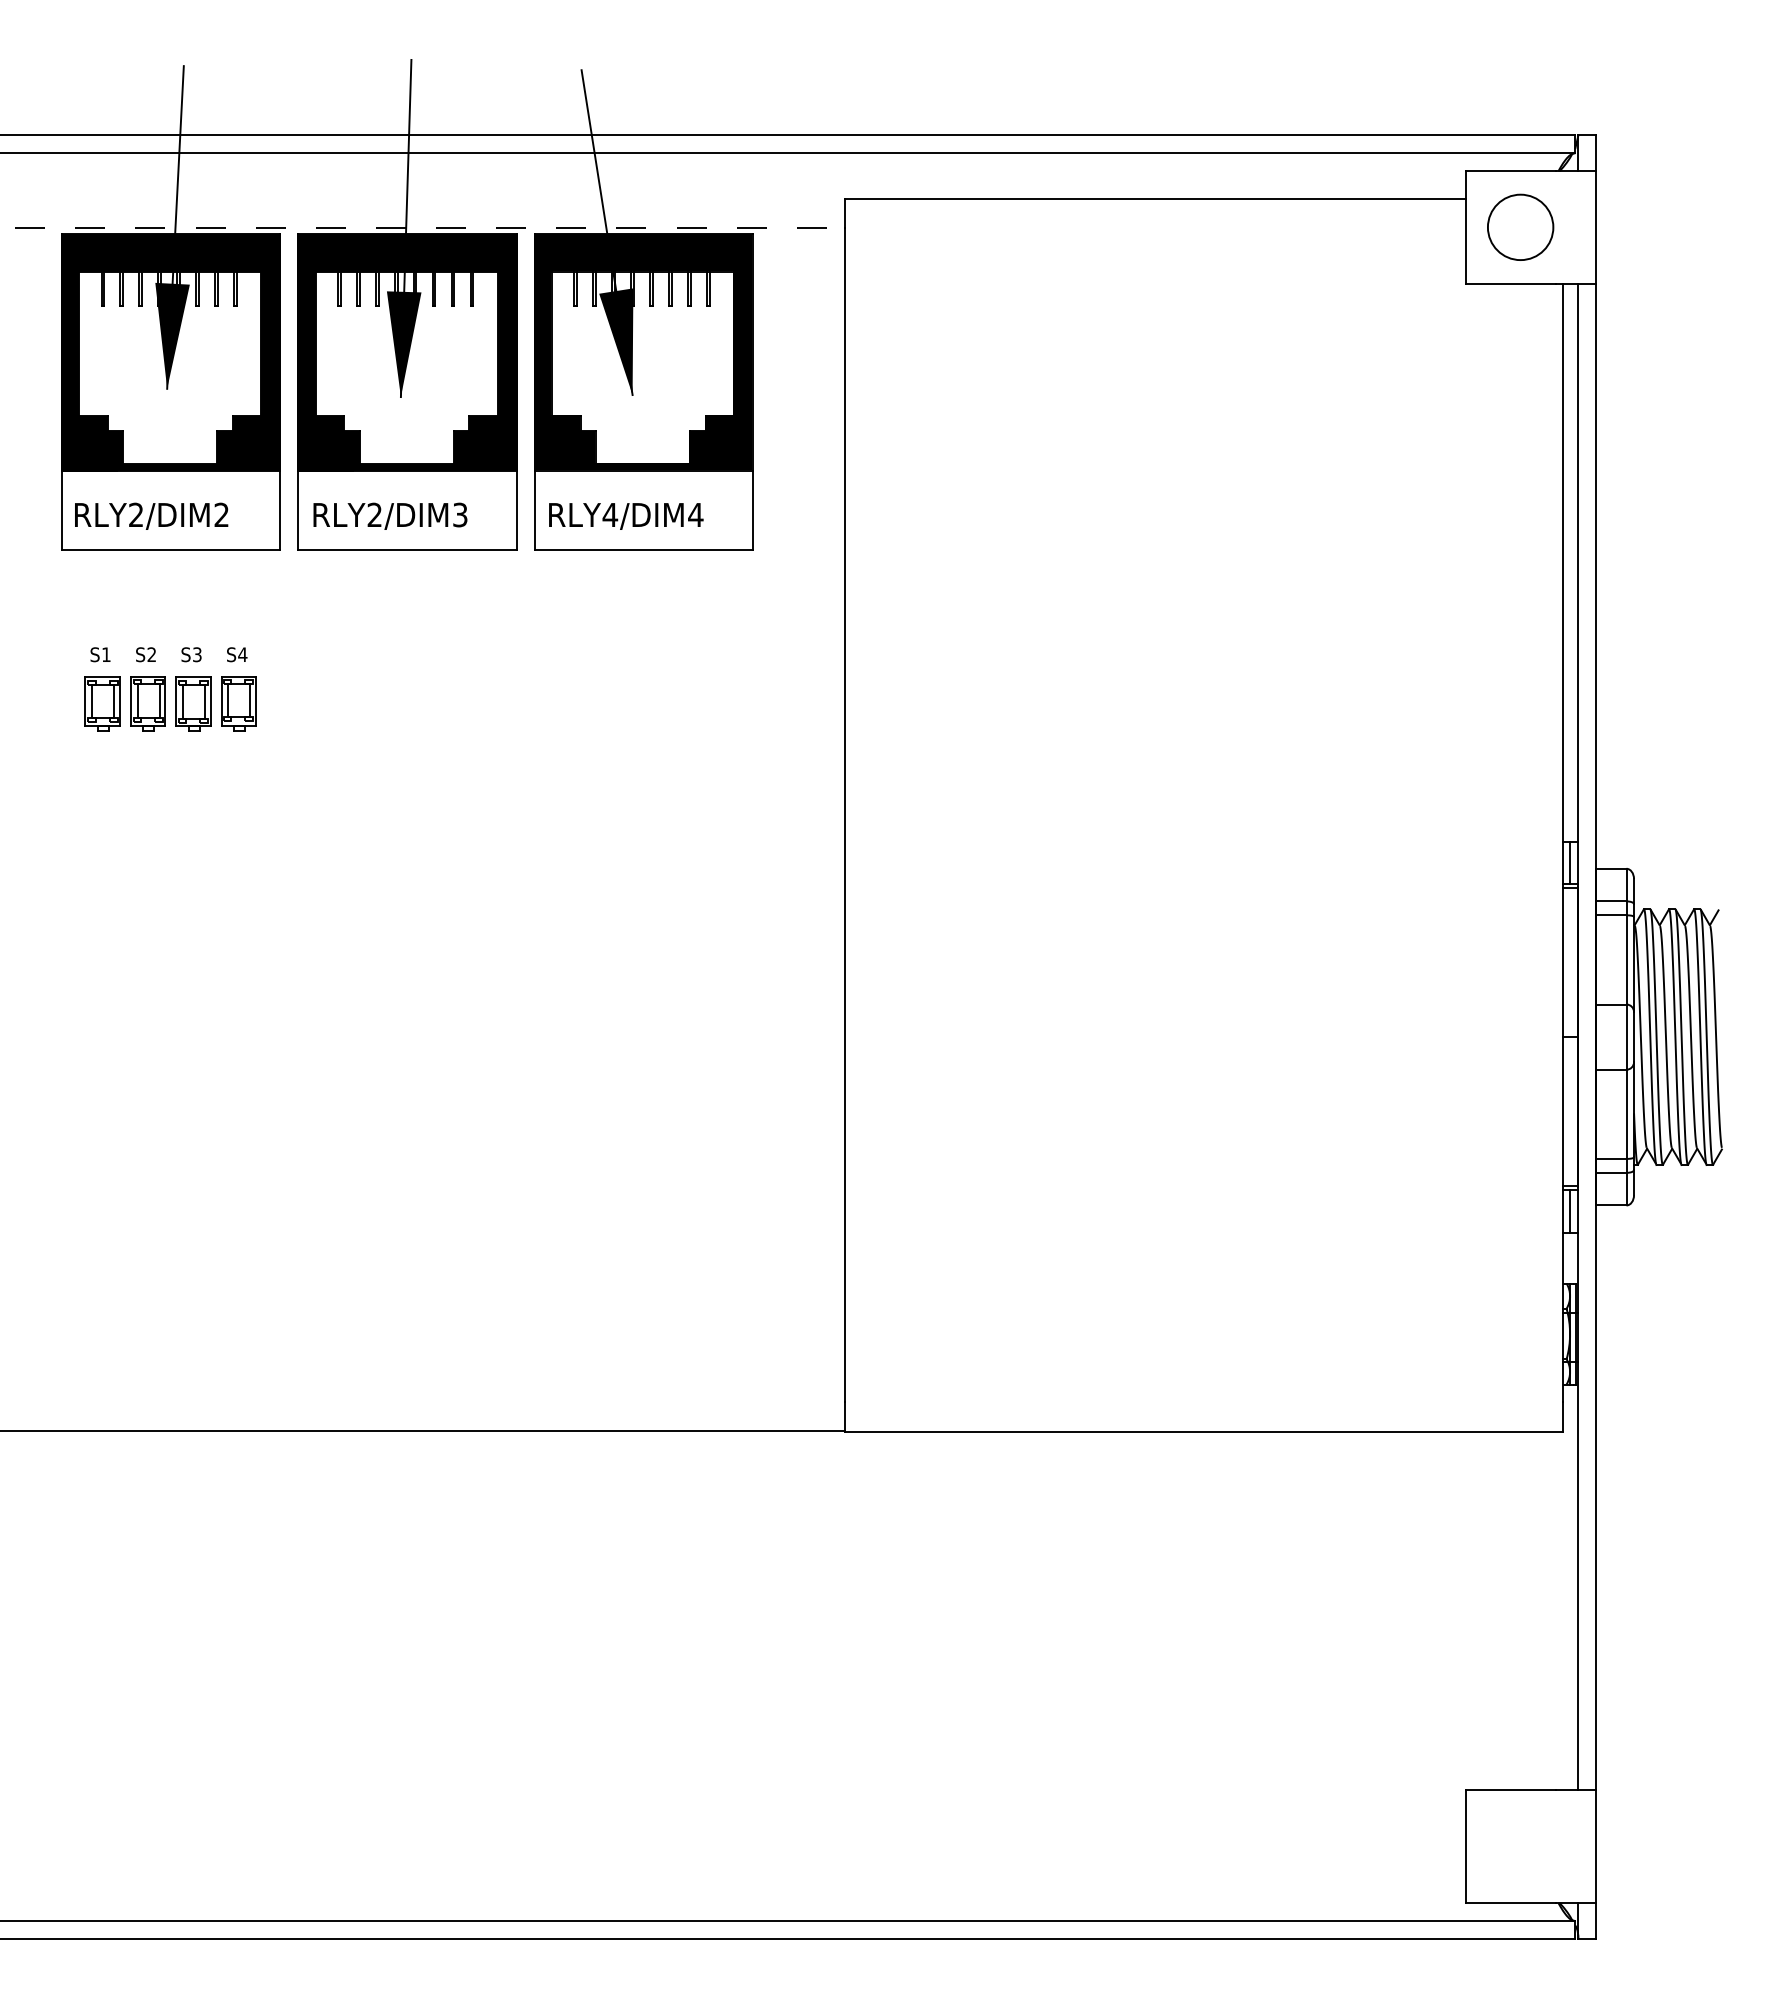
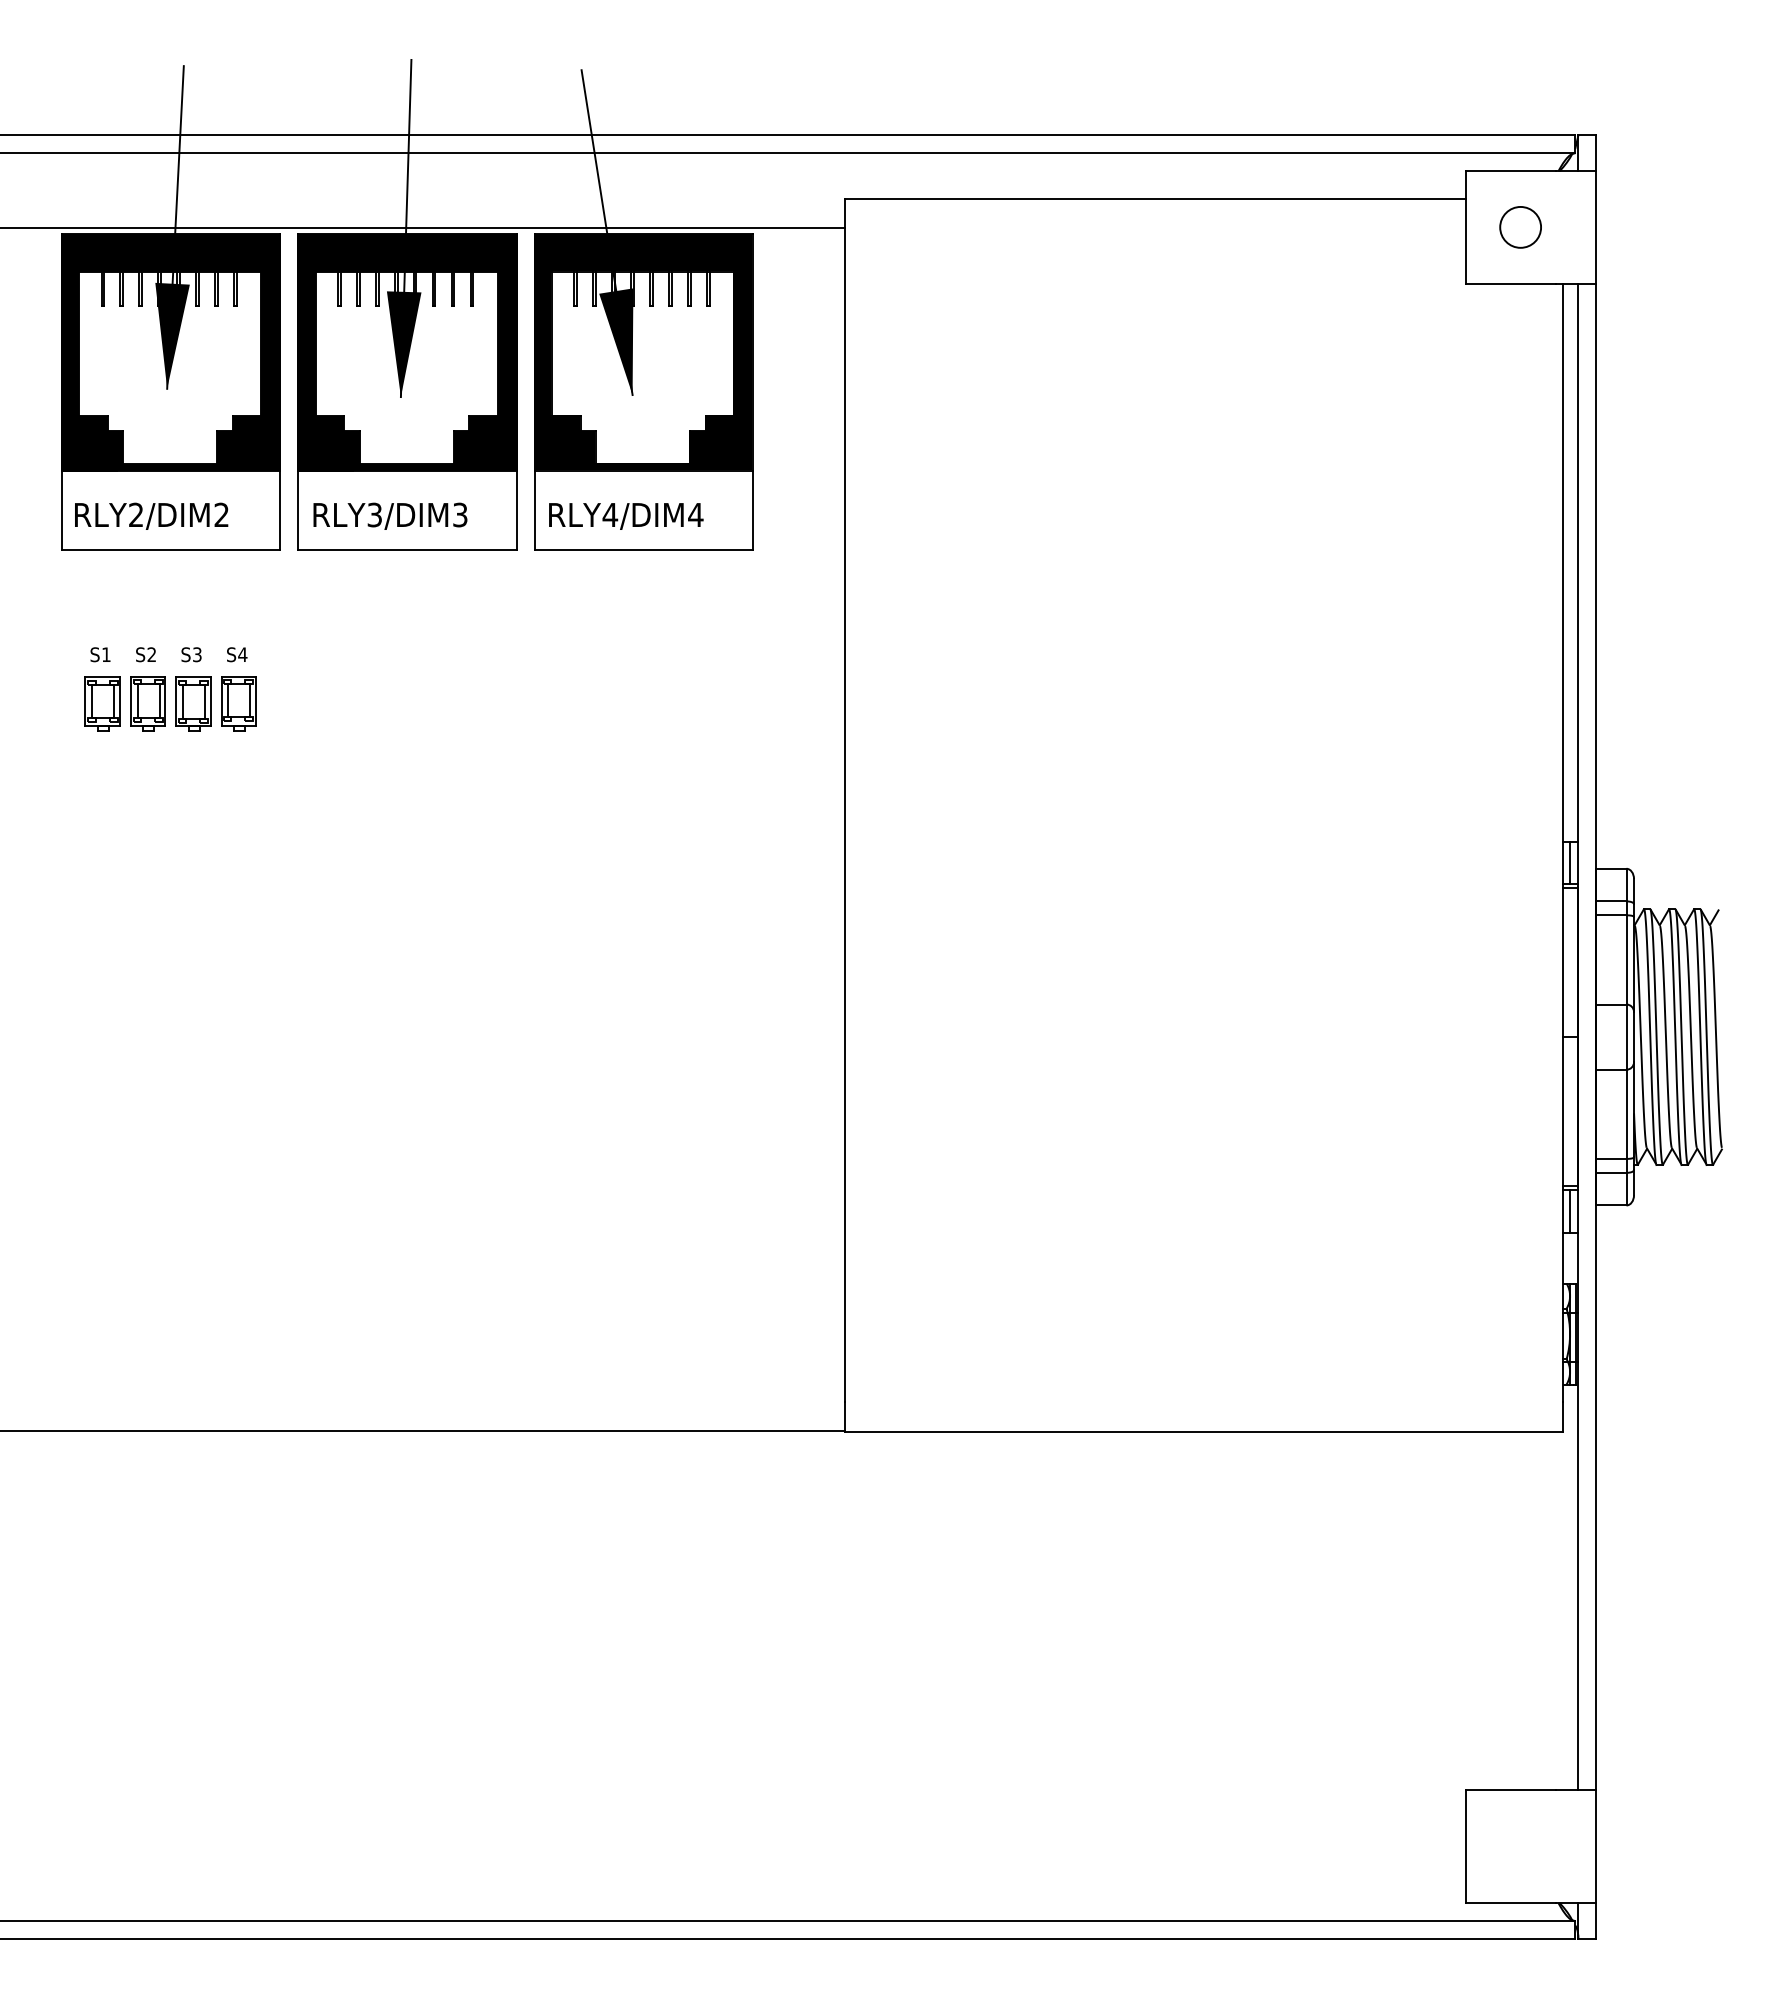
circle at (1520, 227) diameter: 65 px -> 41 px
line at (423, 228): dashed -> solid
text at (374, 515): RLY2/DIM3 -> RLY3/DIM3
